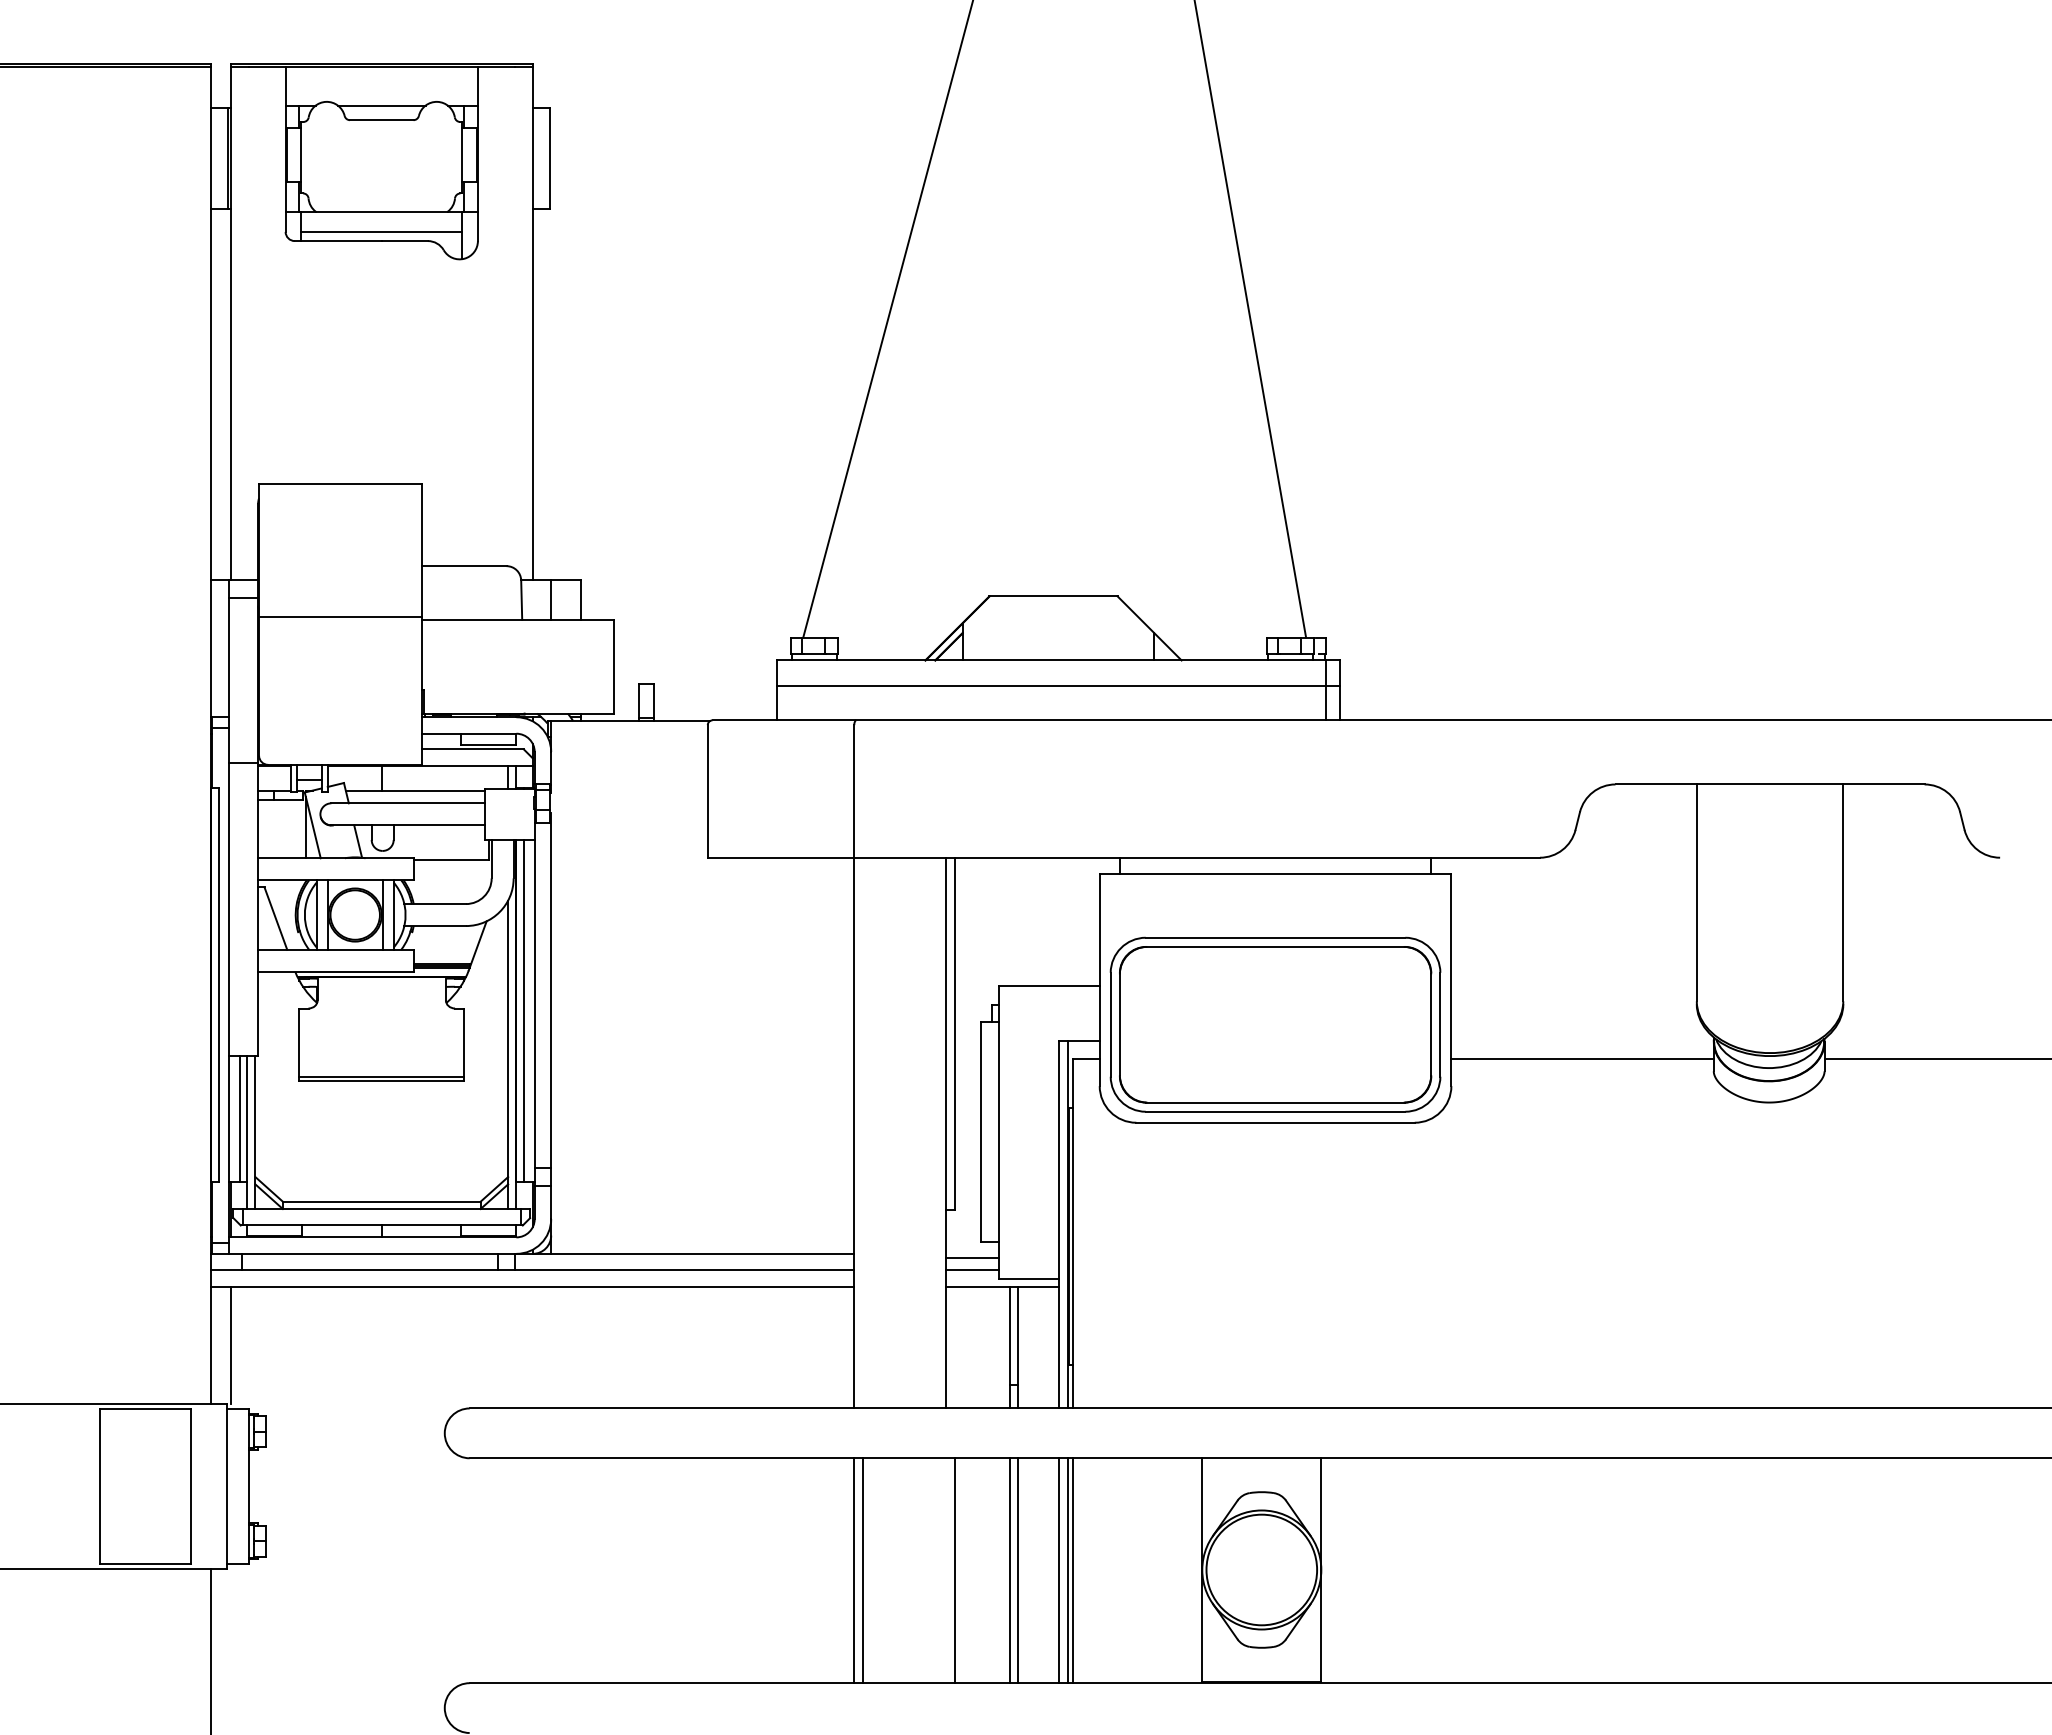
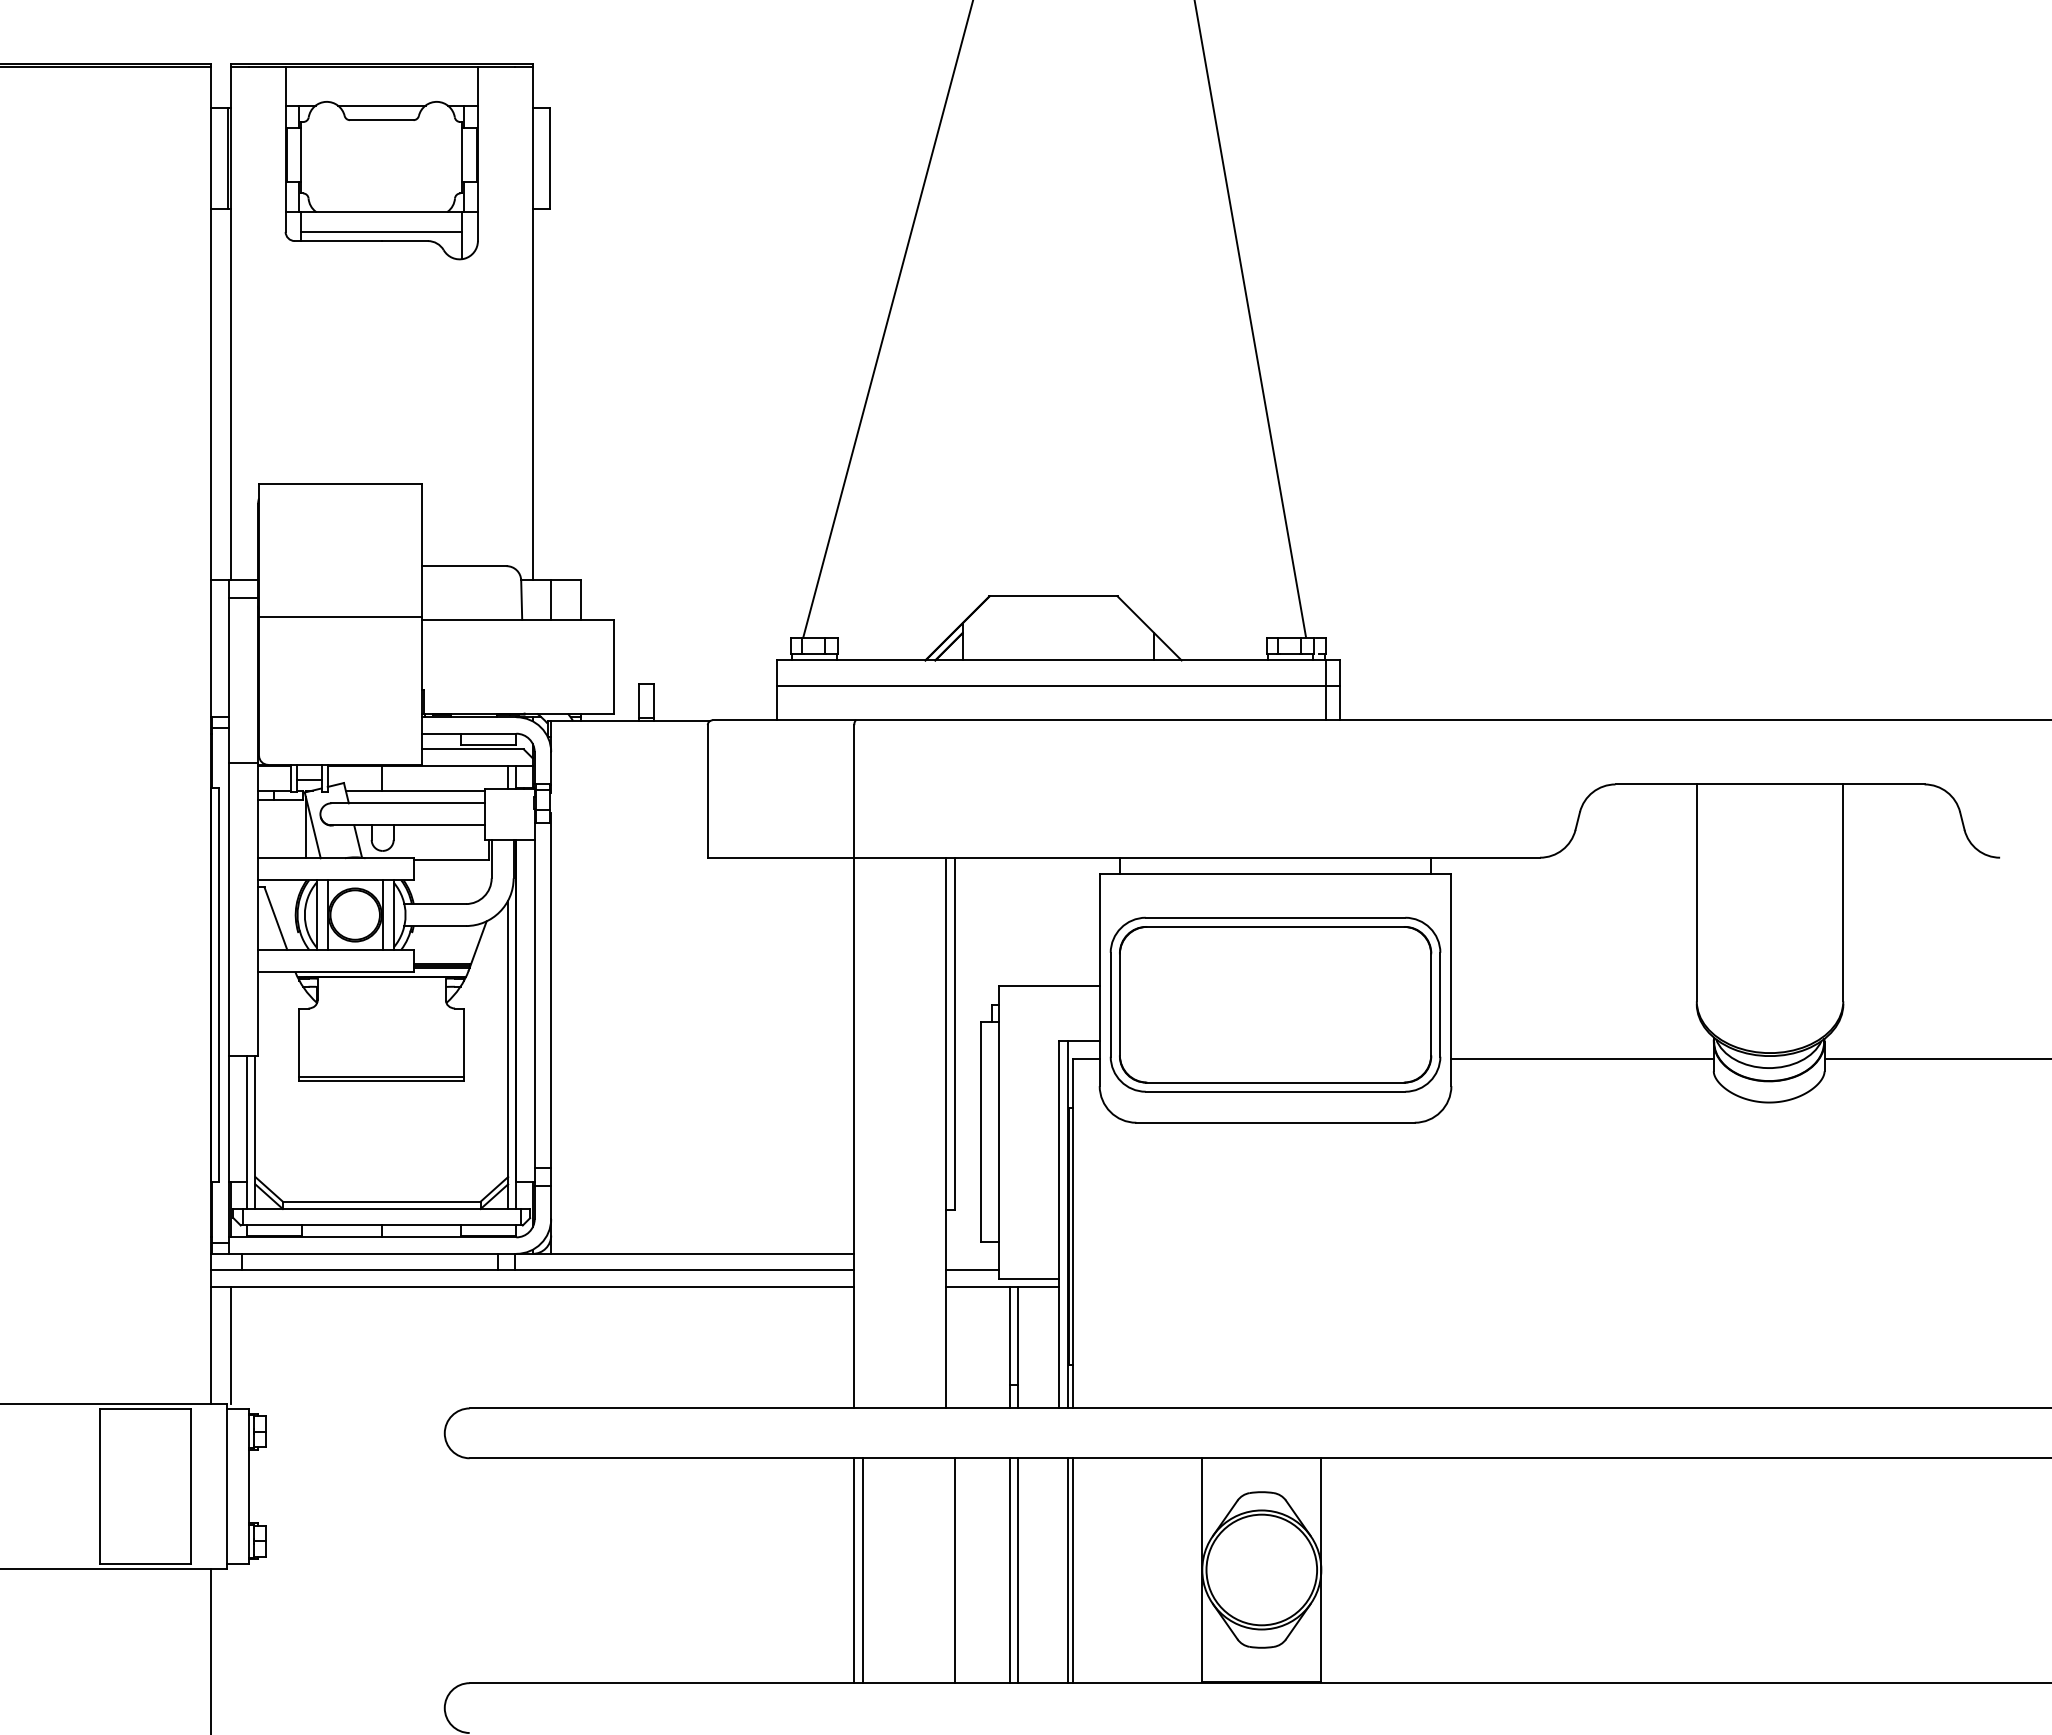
line at (524, 1010): present -> none
part at (1275, 1024) position: (1275, 1024) -> (1275, 1004)
line at (239, 1118): present -> none
line at (971, 1257): present -> none
line at (1059, 1570): present -> none
